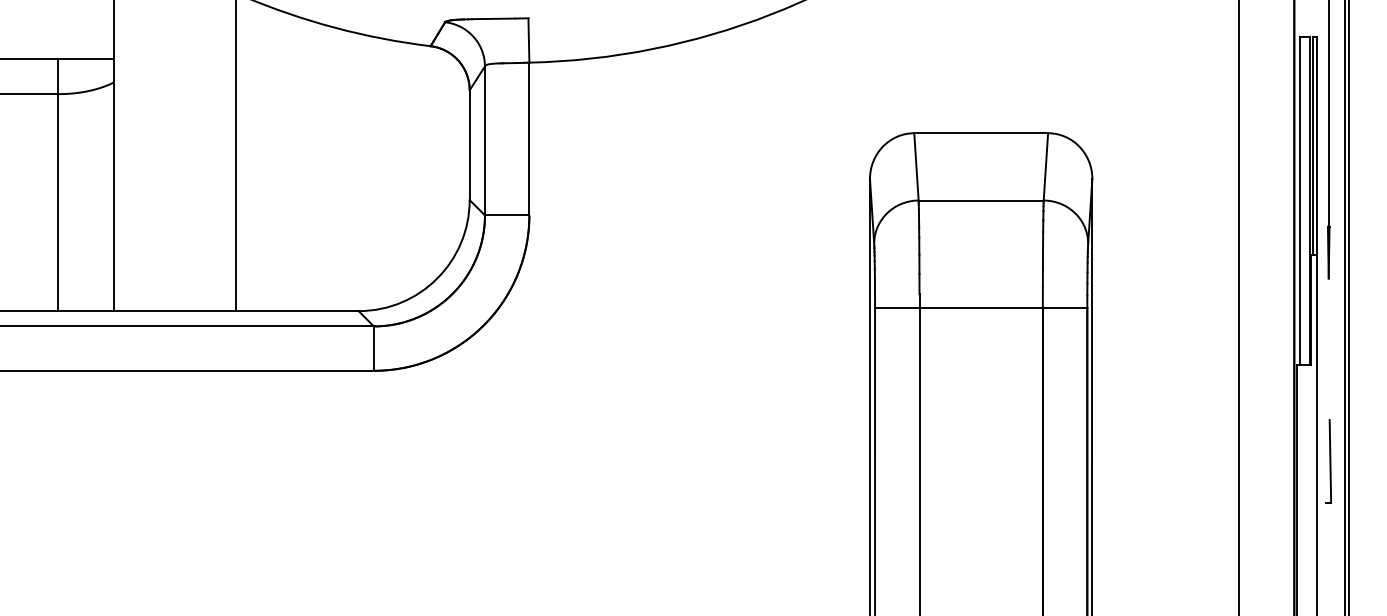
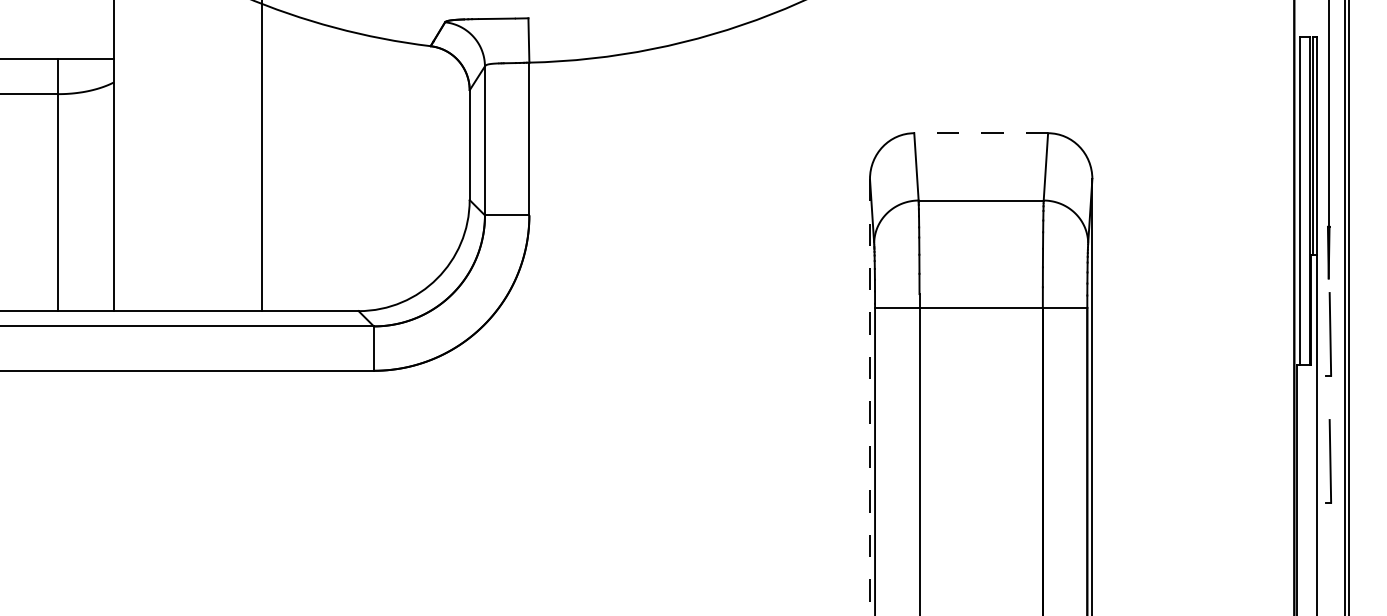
line at (981, 133): solid -> dashed
line at (236, 156) position: (236, 156) -> (262, 156)
line at (1238, 307): present -> none
part at (1328, 334): none -> present
line at (869, 397): solid -> dashed
